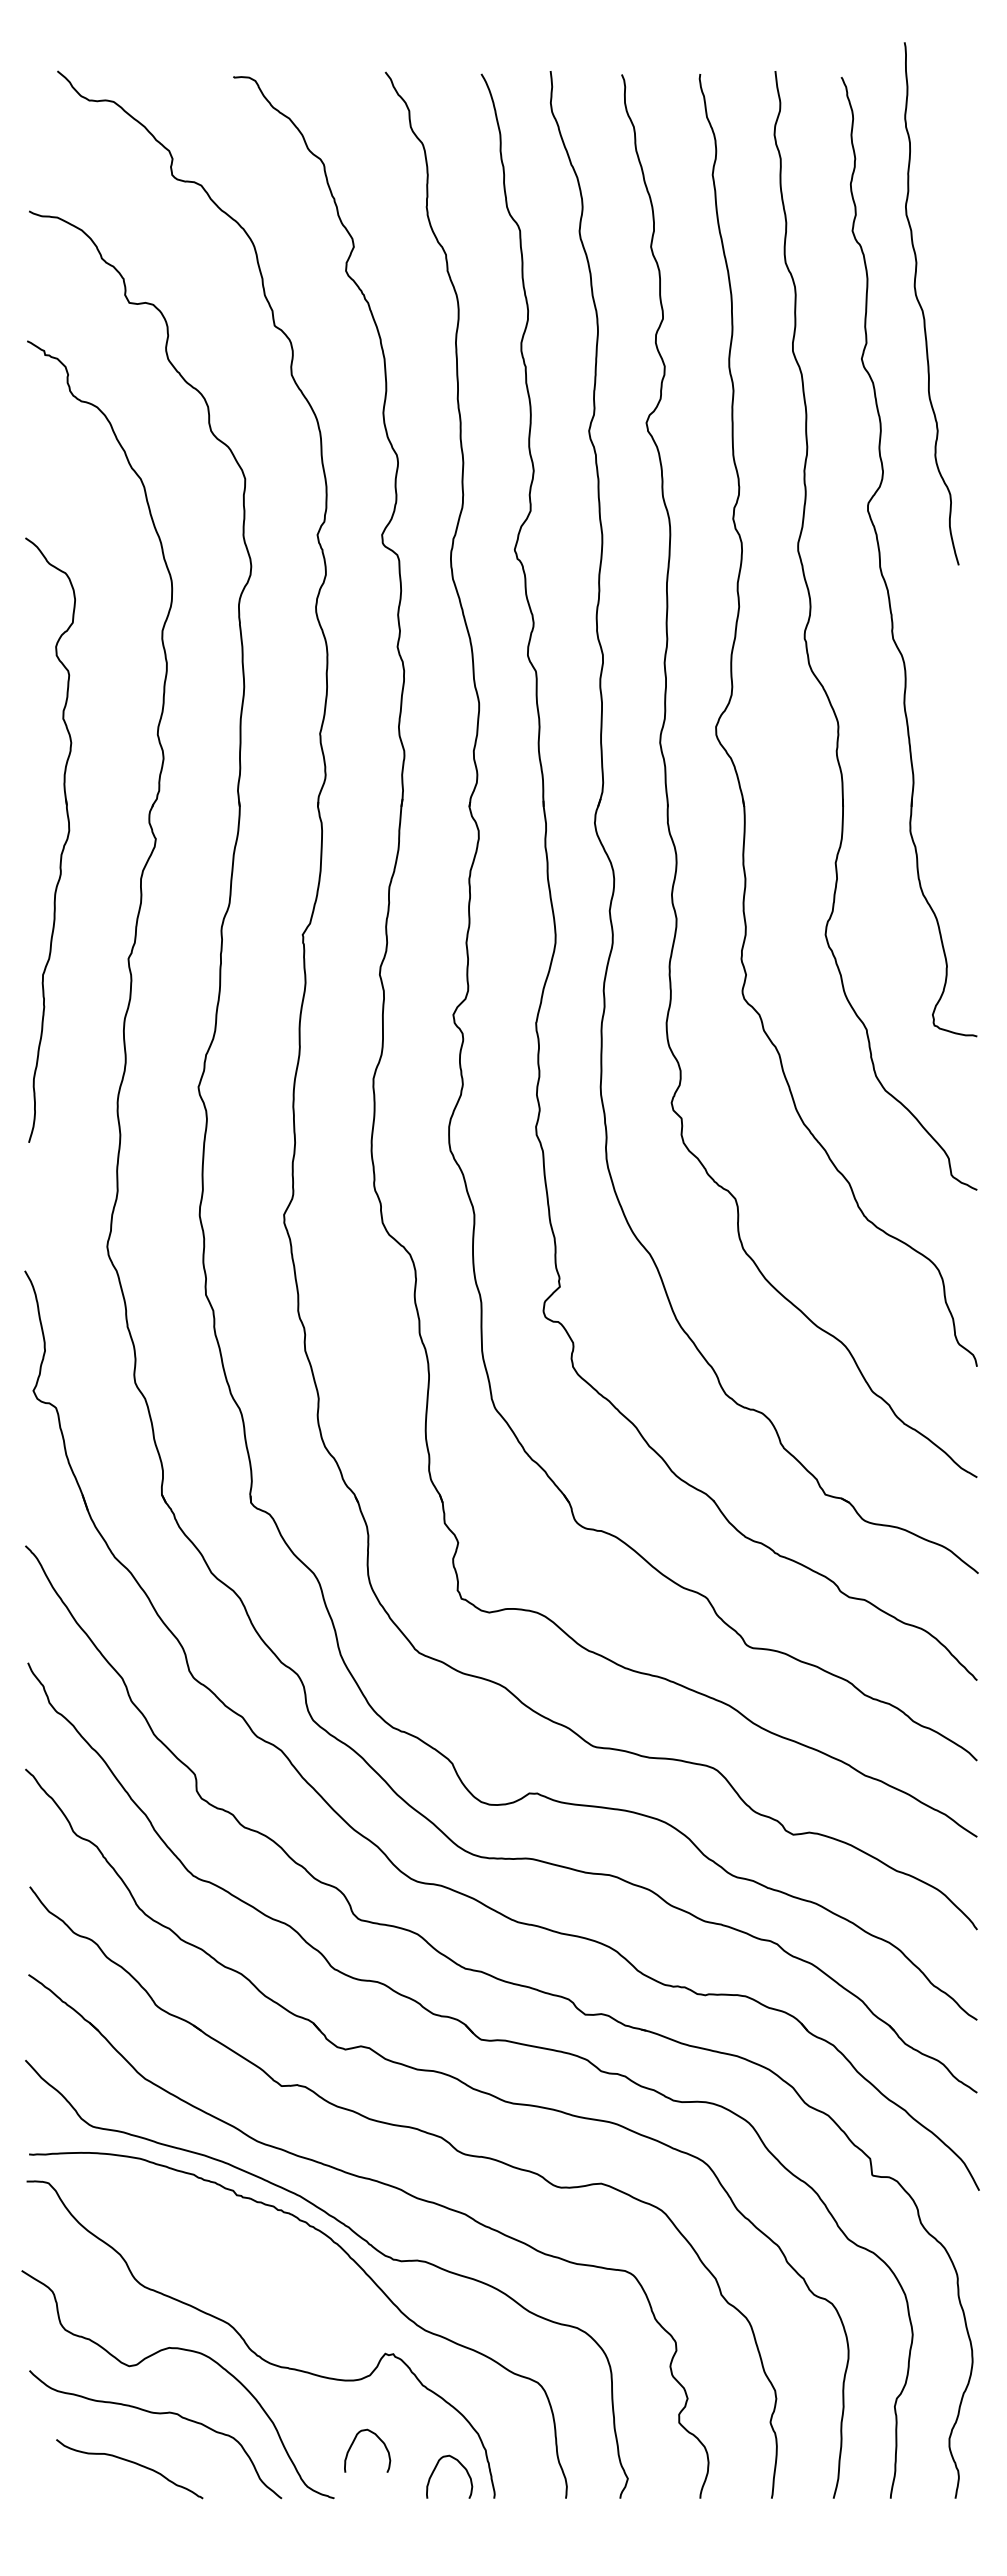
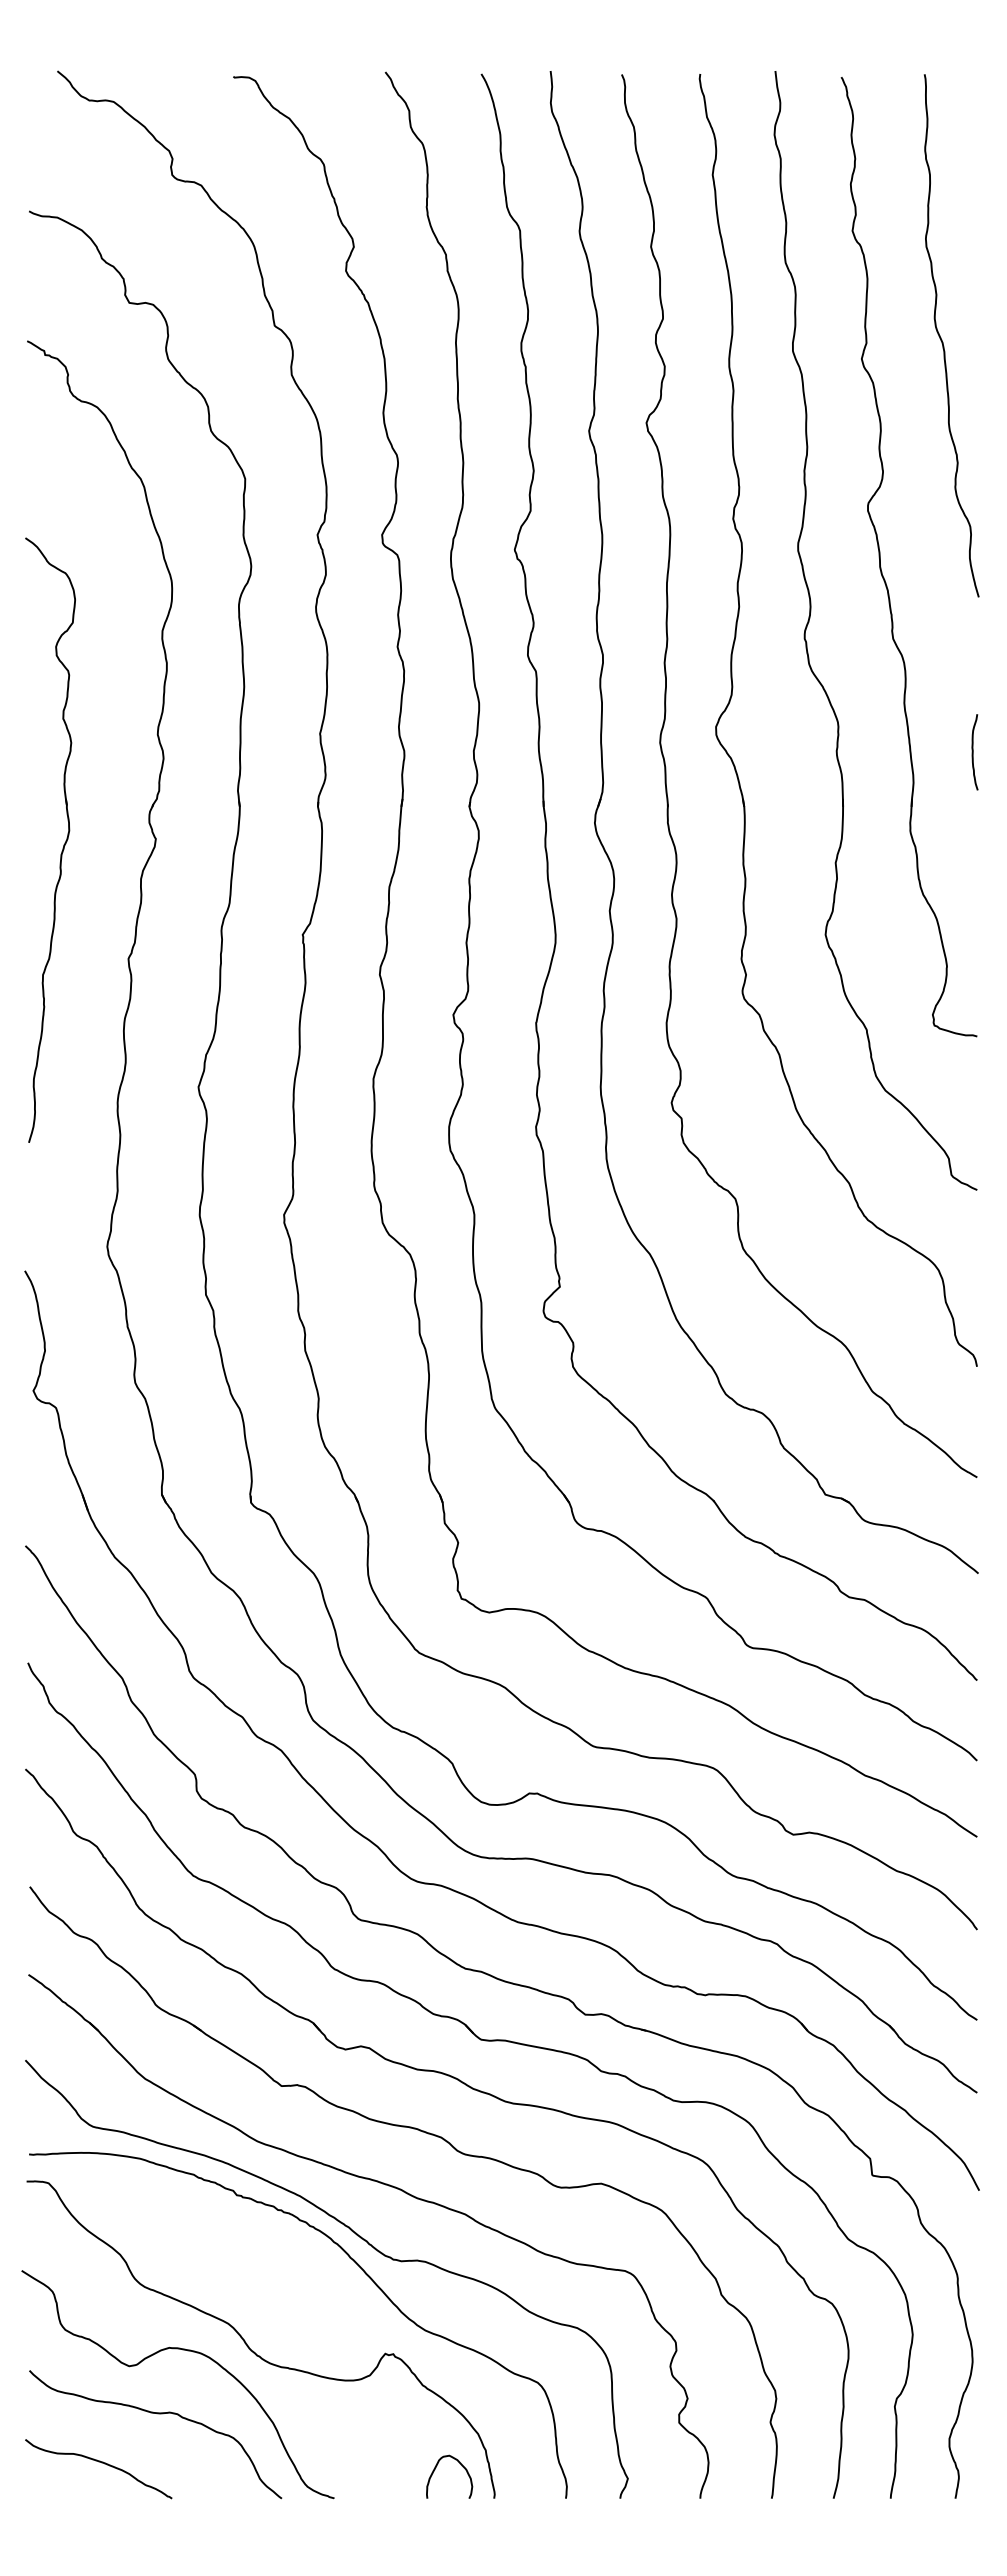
curve at (922, 307) position: (922, 307) -> (942, 339)
curve at (973, 752): none -> present
curve at (353, 2443): present -> none
curve at (132, 2463) position: (132, 2463) -> (101, 2463)
